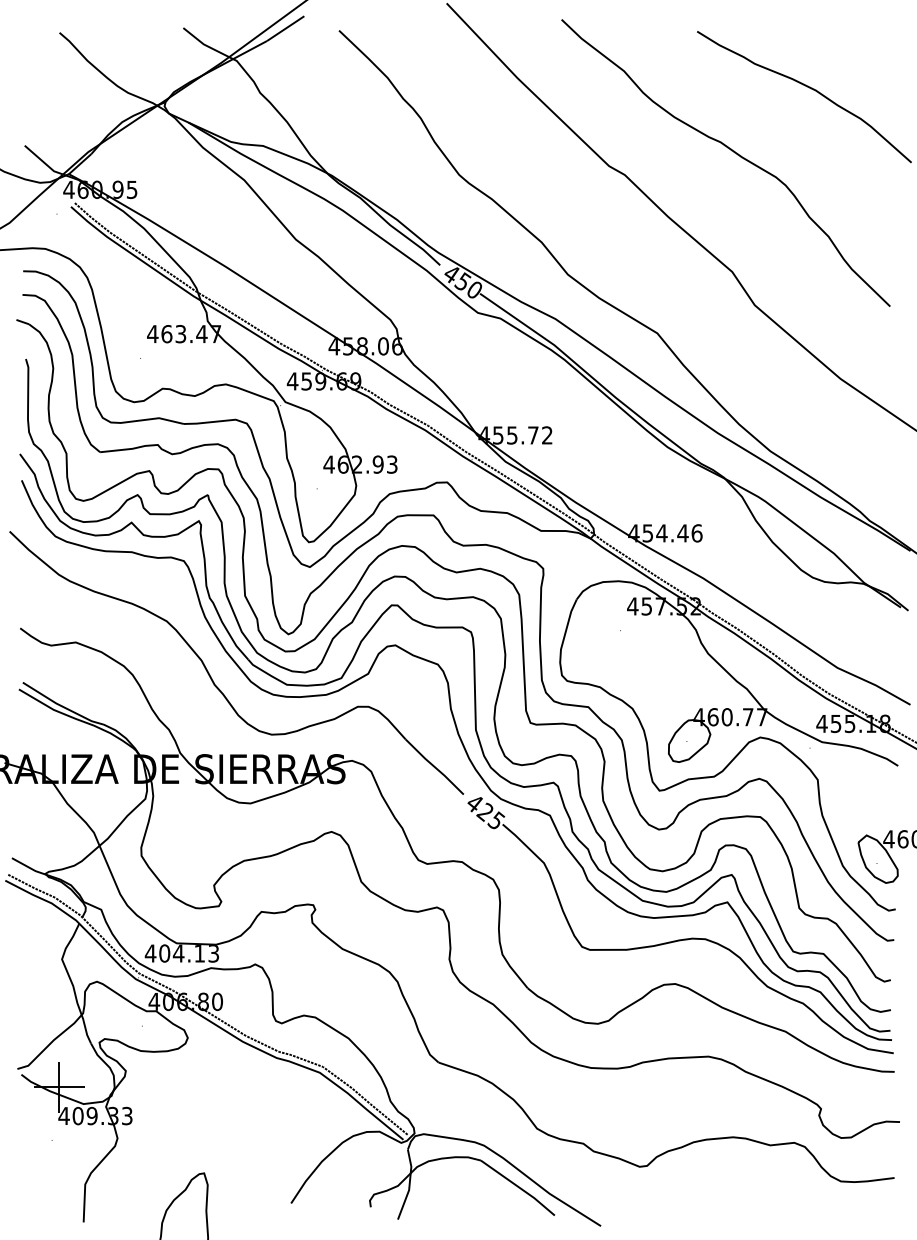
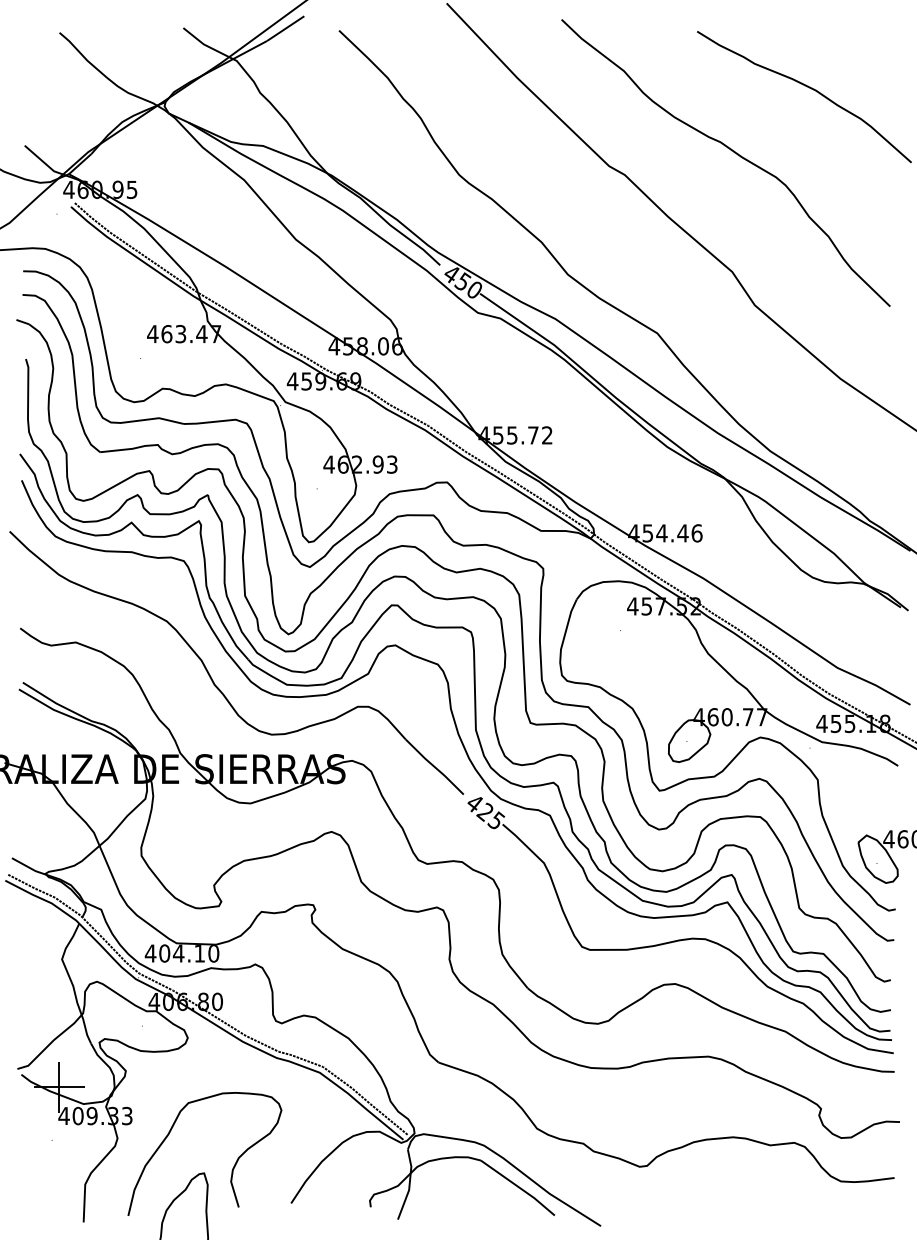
text at (213, 953): 404.13 -> 404.10
curve at (232, 1168): none -> present
